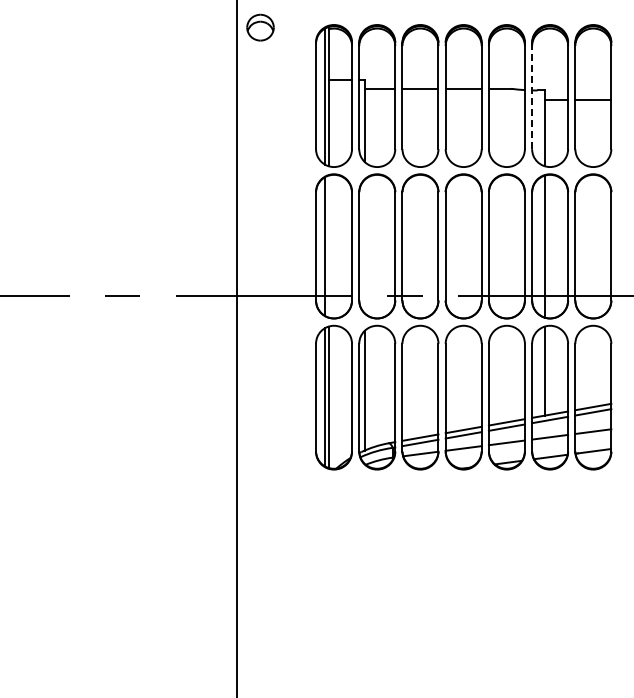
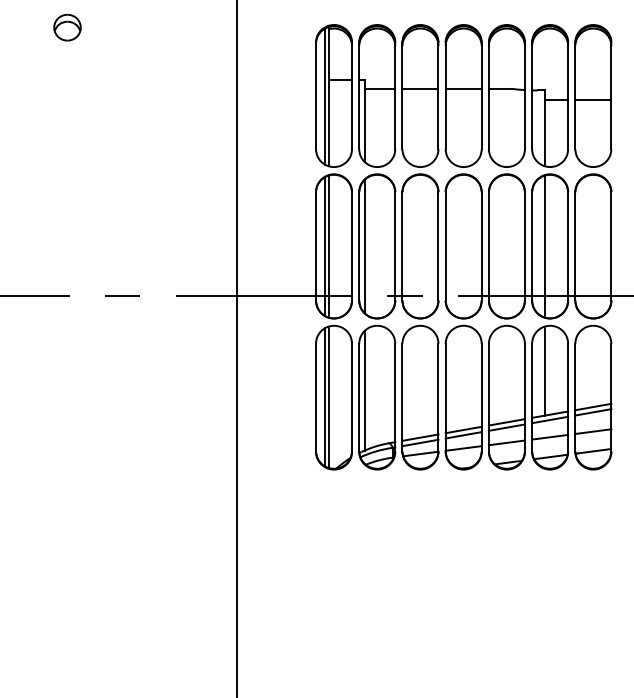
part at (260, 27) position: (260, 27) -> (67, 27)
line at (532, 95): dashed -> solid
line at (328, 246): none -> present
line at (364, 246): none -> present
